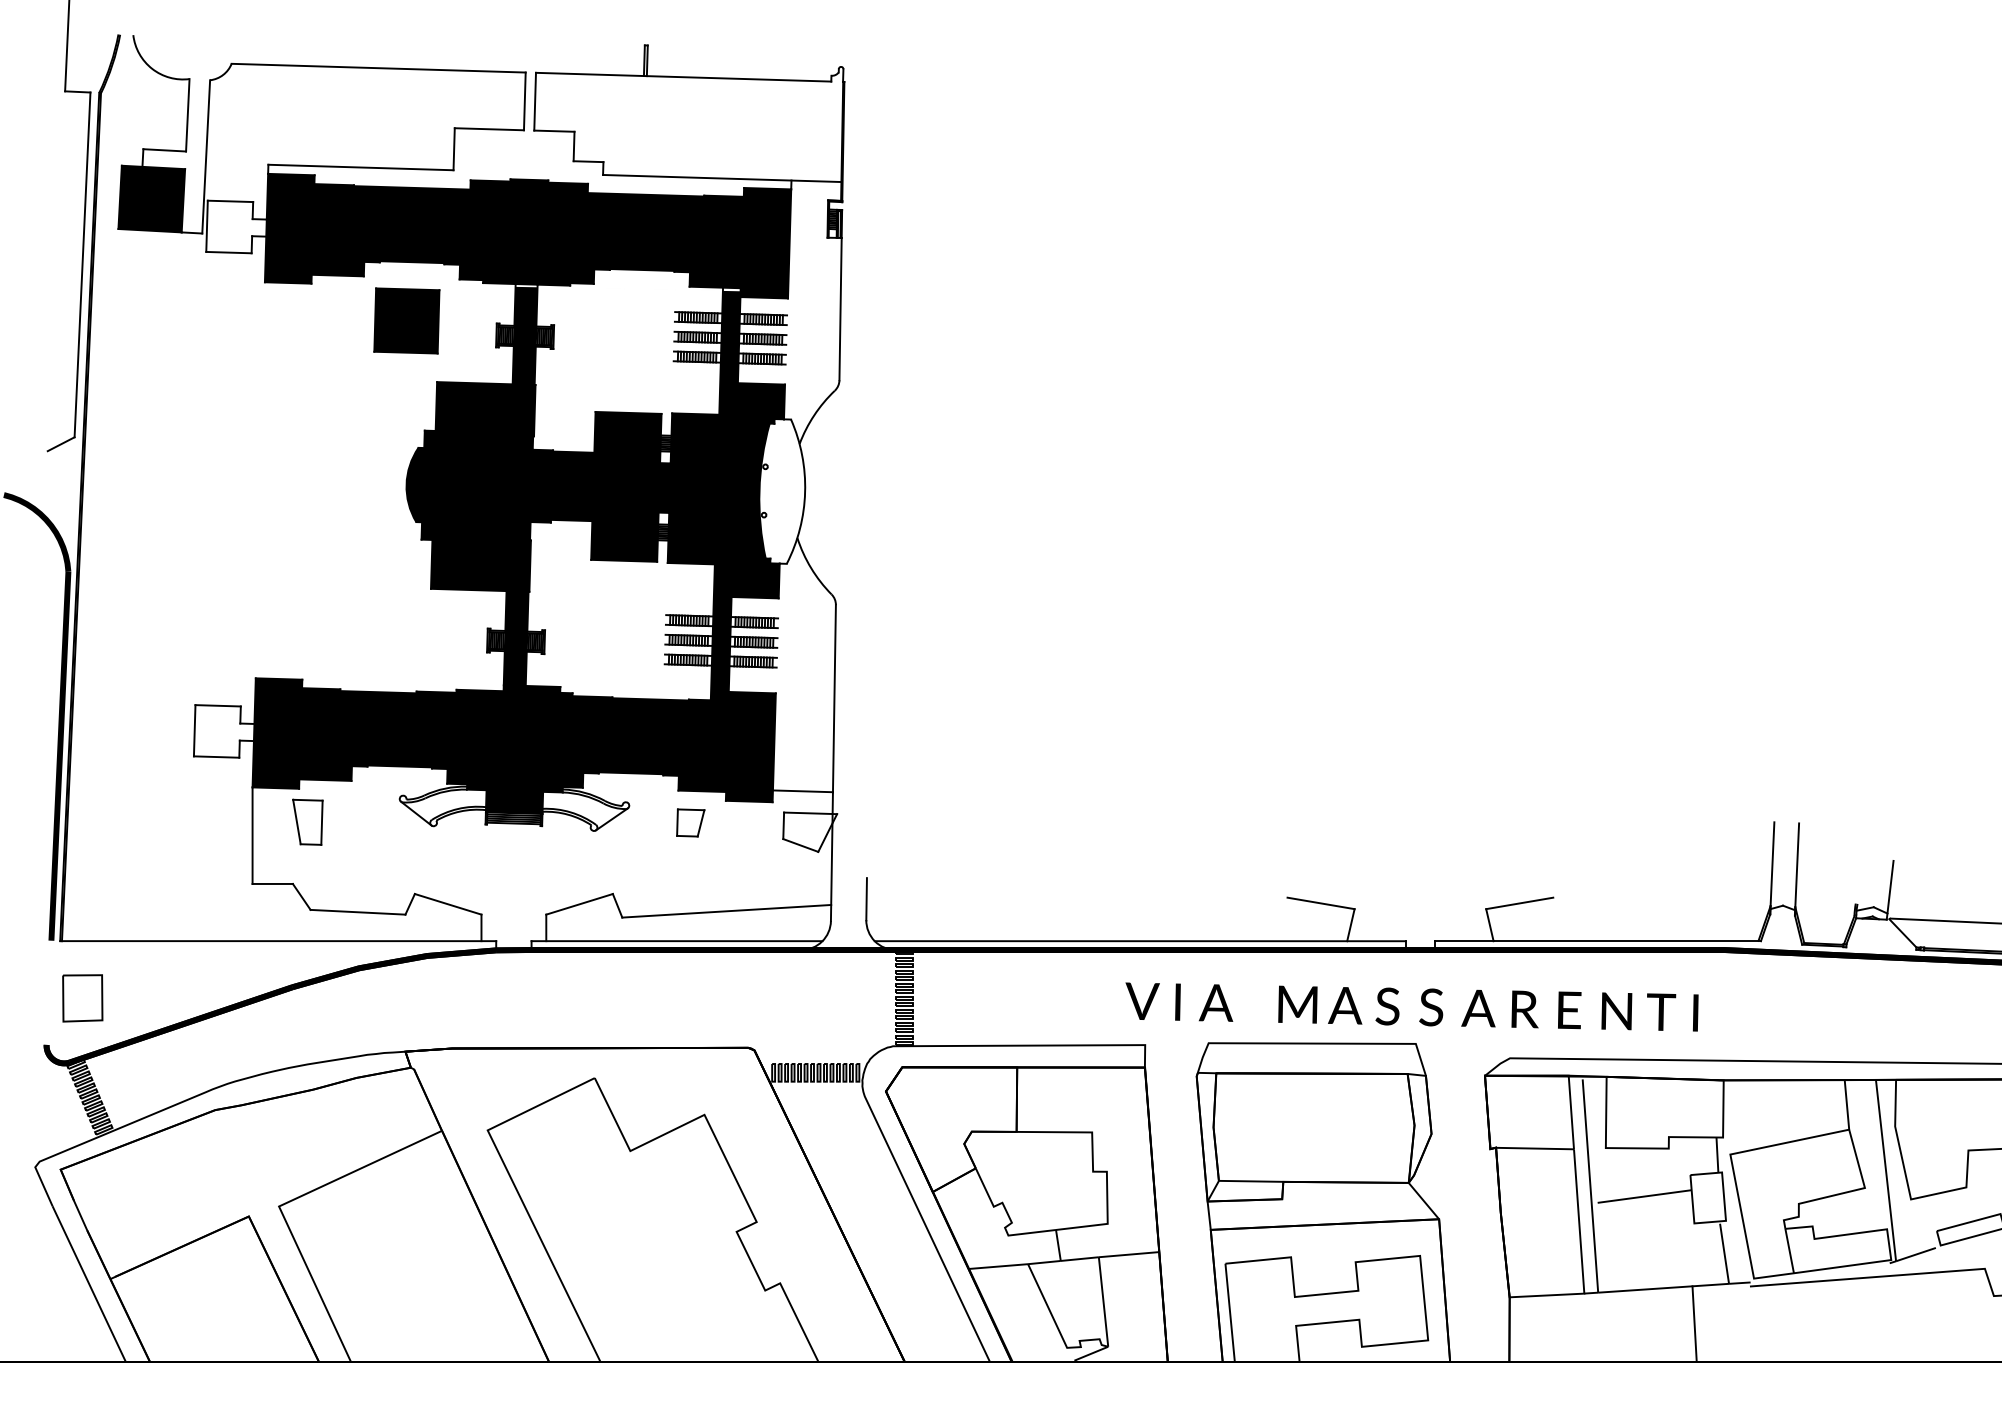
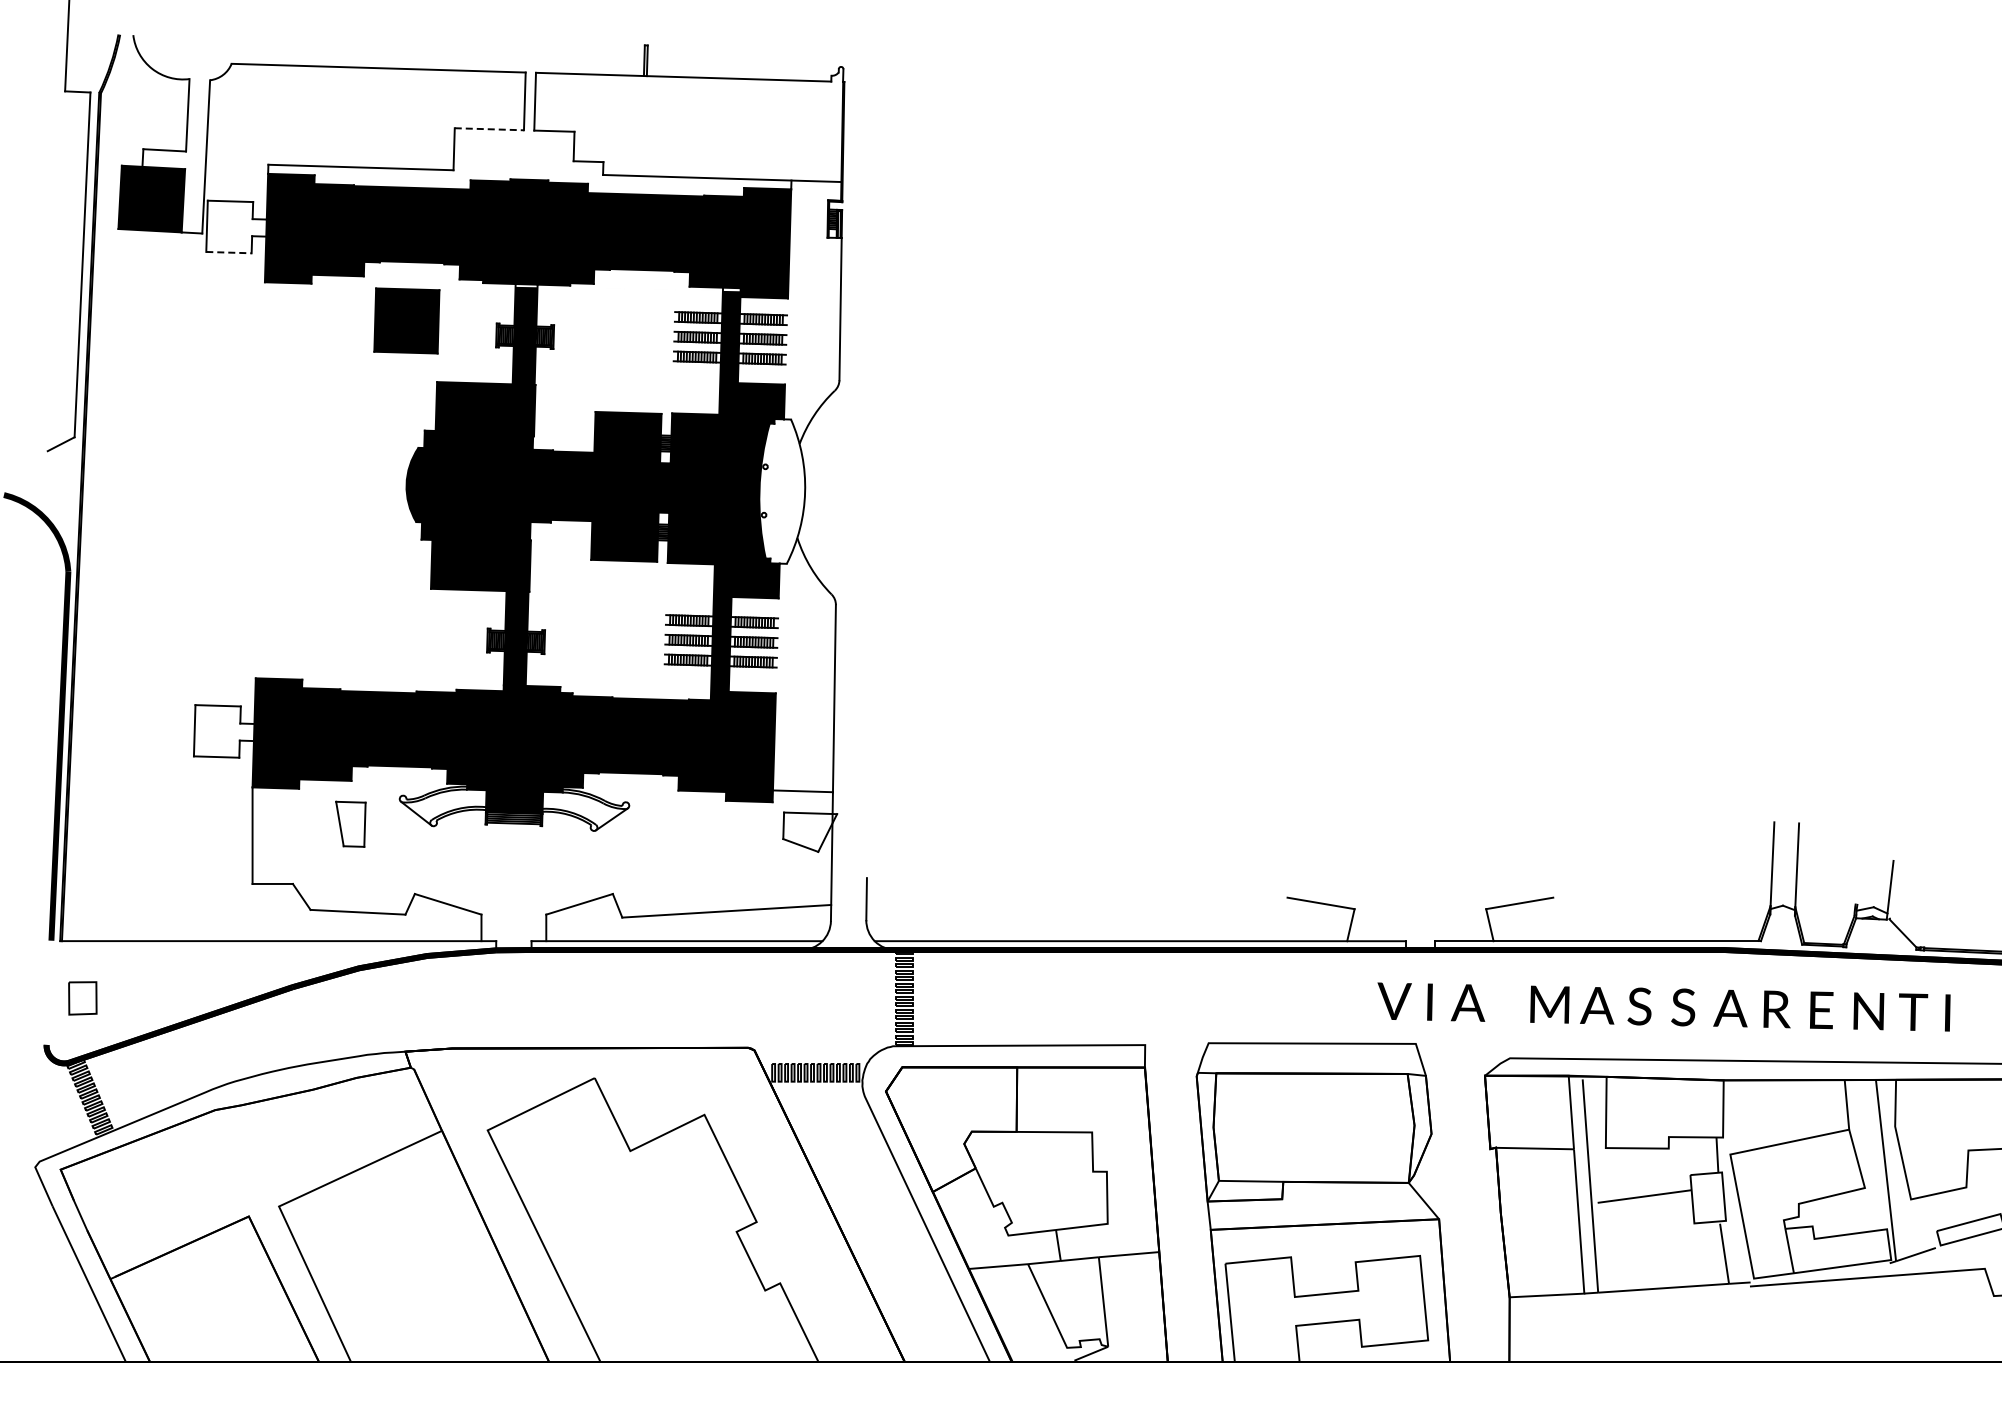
line at (489, 129): solid -> dashed
line at (228, 252): solid -> dashed
part at (307, 821) position: (307, 821) -> (350, 823)
part at (690, 822): present -> none
line at (1944, 920): present -> none
part at (82, 998) size: 42x49 px -> 30x35 px
text at (1411, 1006) position: (1411, 1006) -> (1663, 1006)
line at (1694, 1323): present -> none
